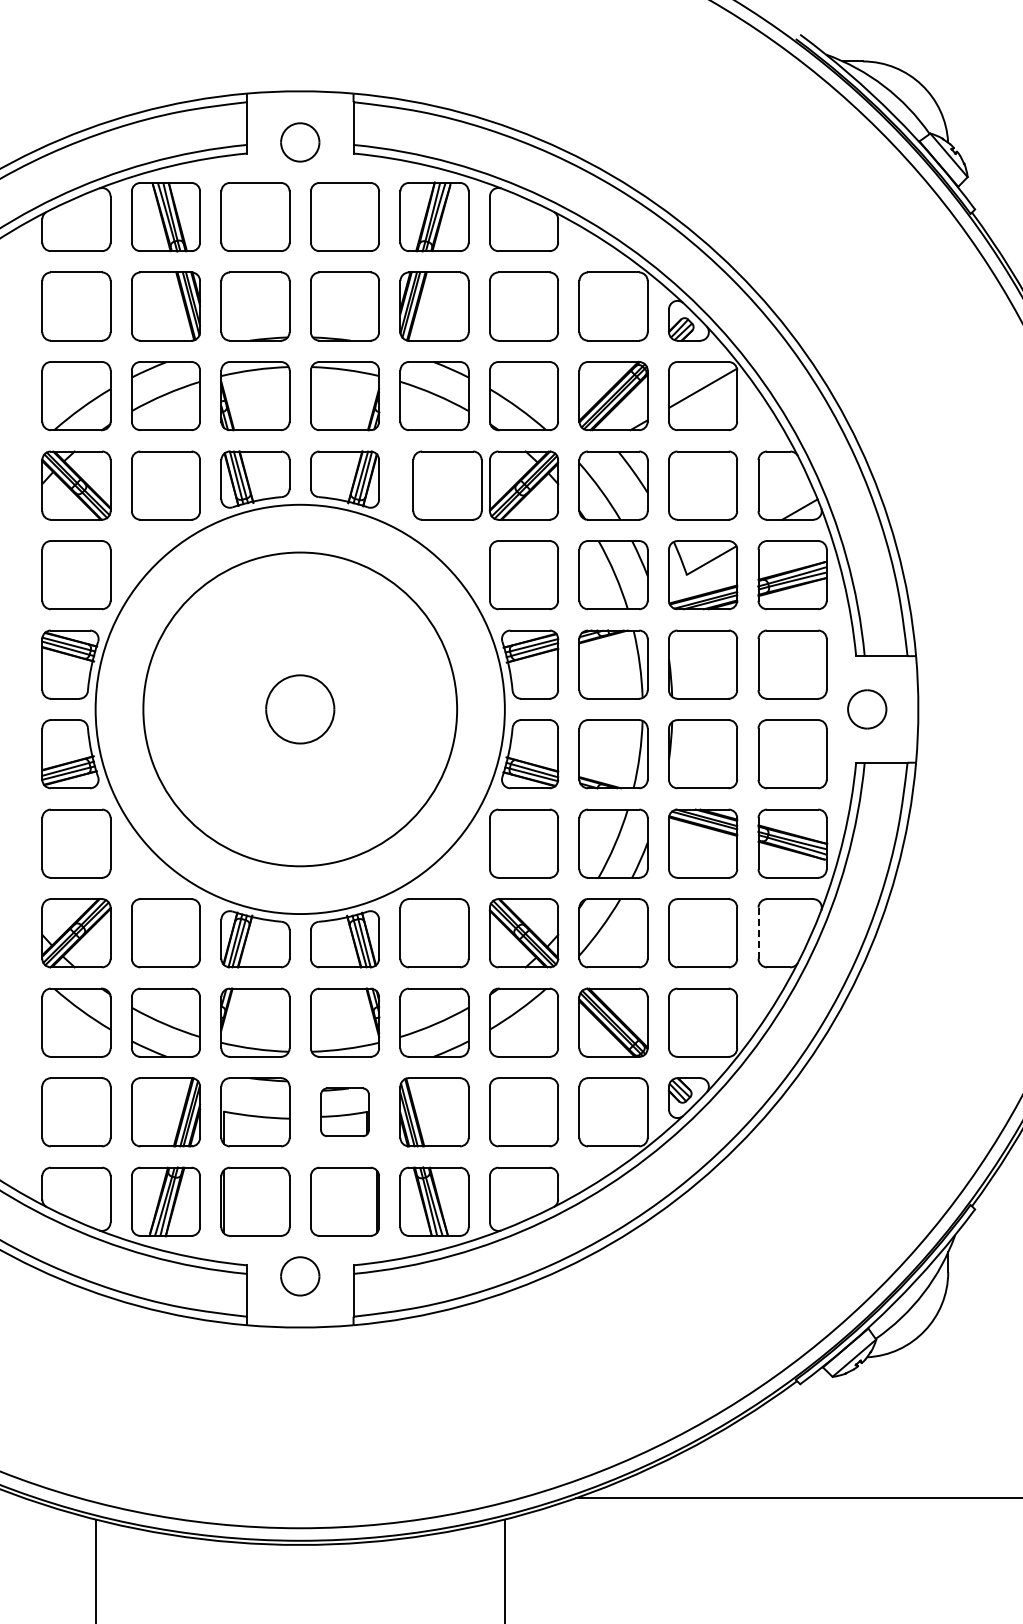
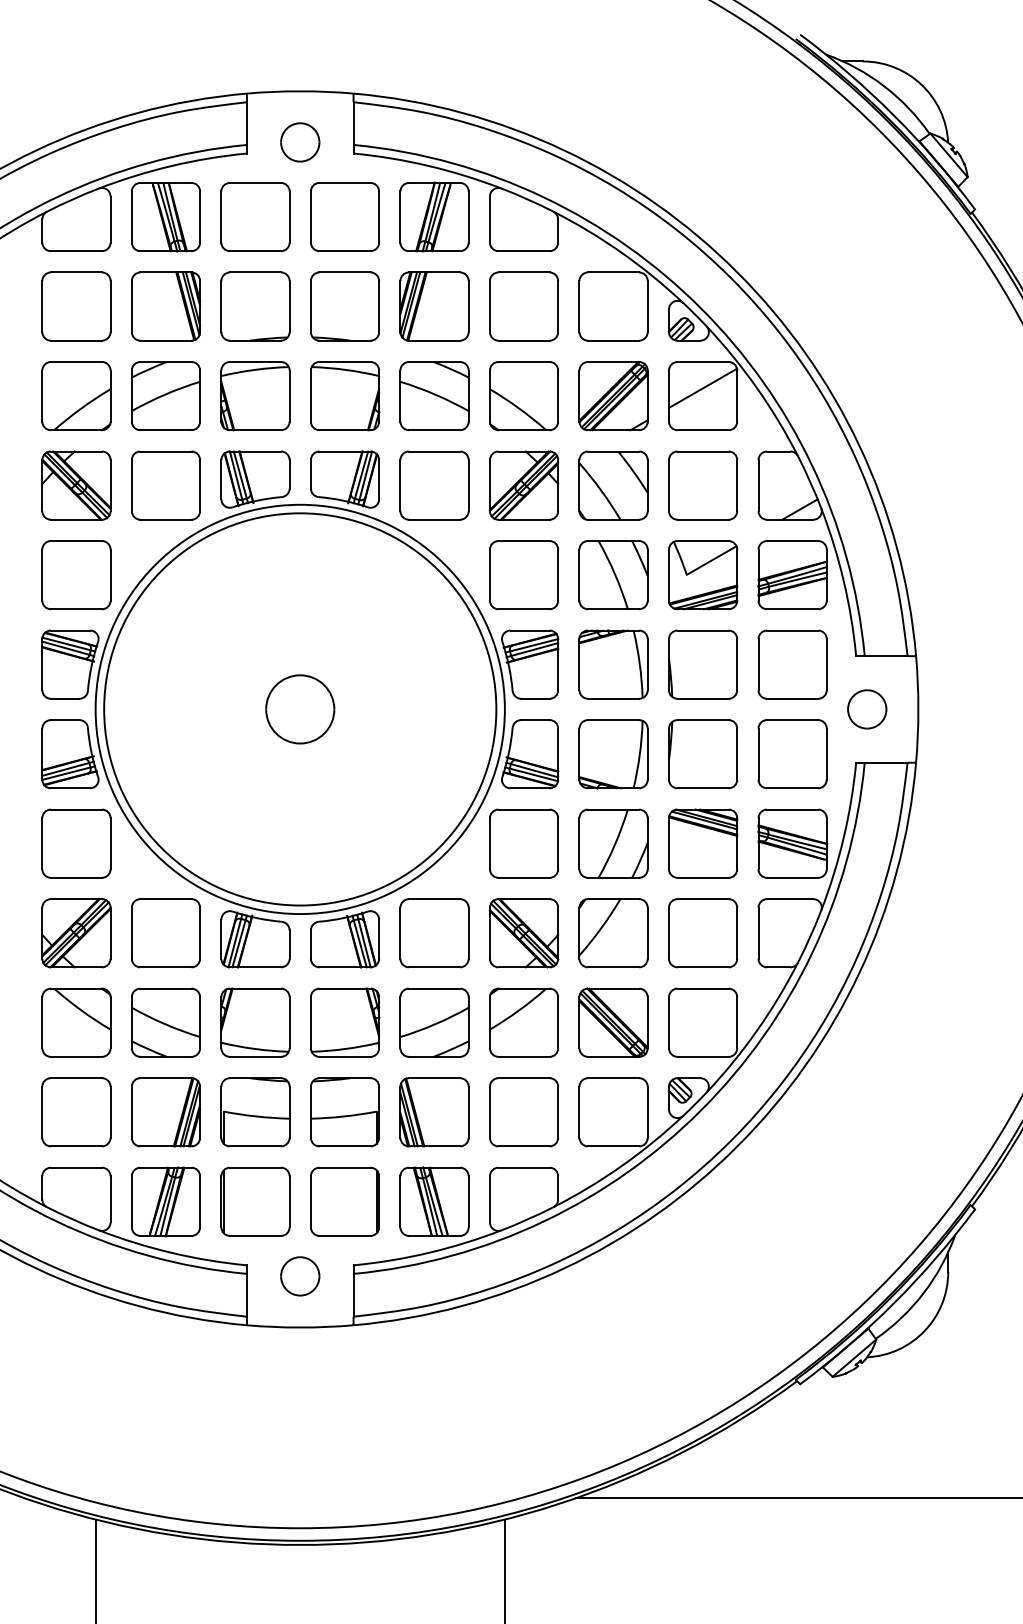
part at (447, 485) position: (447, 485) -> (434, 485)
circle at (300, 709) diameter: 314 px -> 392 px
line at (758, 933): dashed -> solid
part at (344, 1112) size: 50x51 px -> 70x71 px
